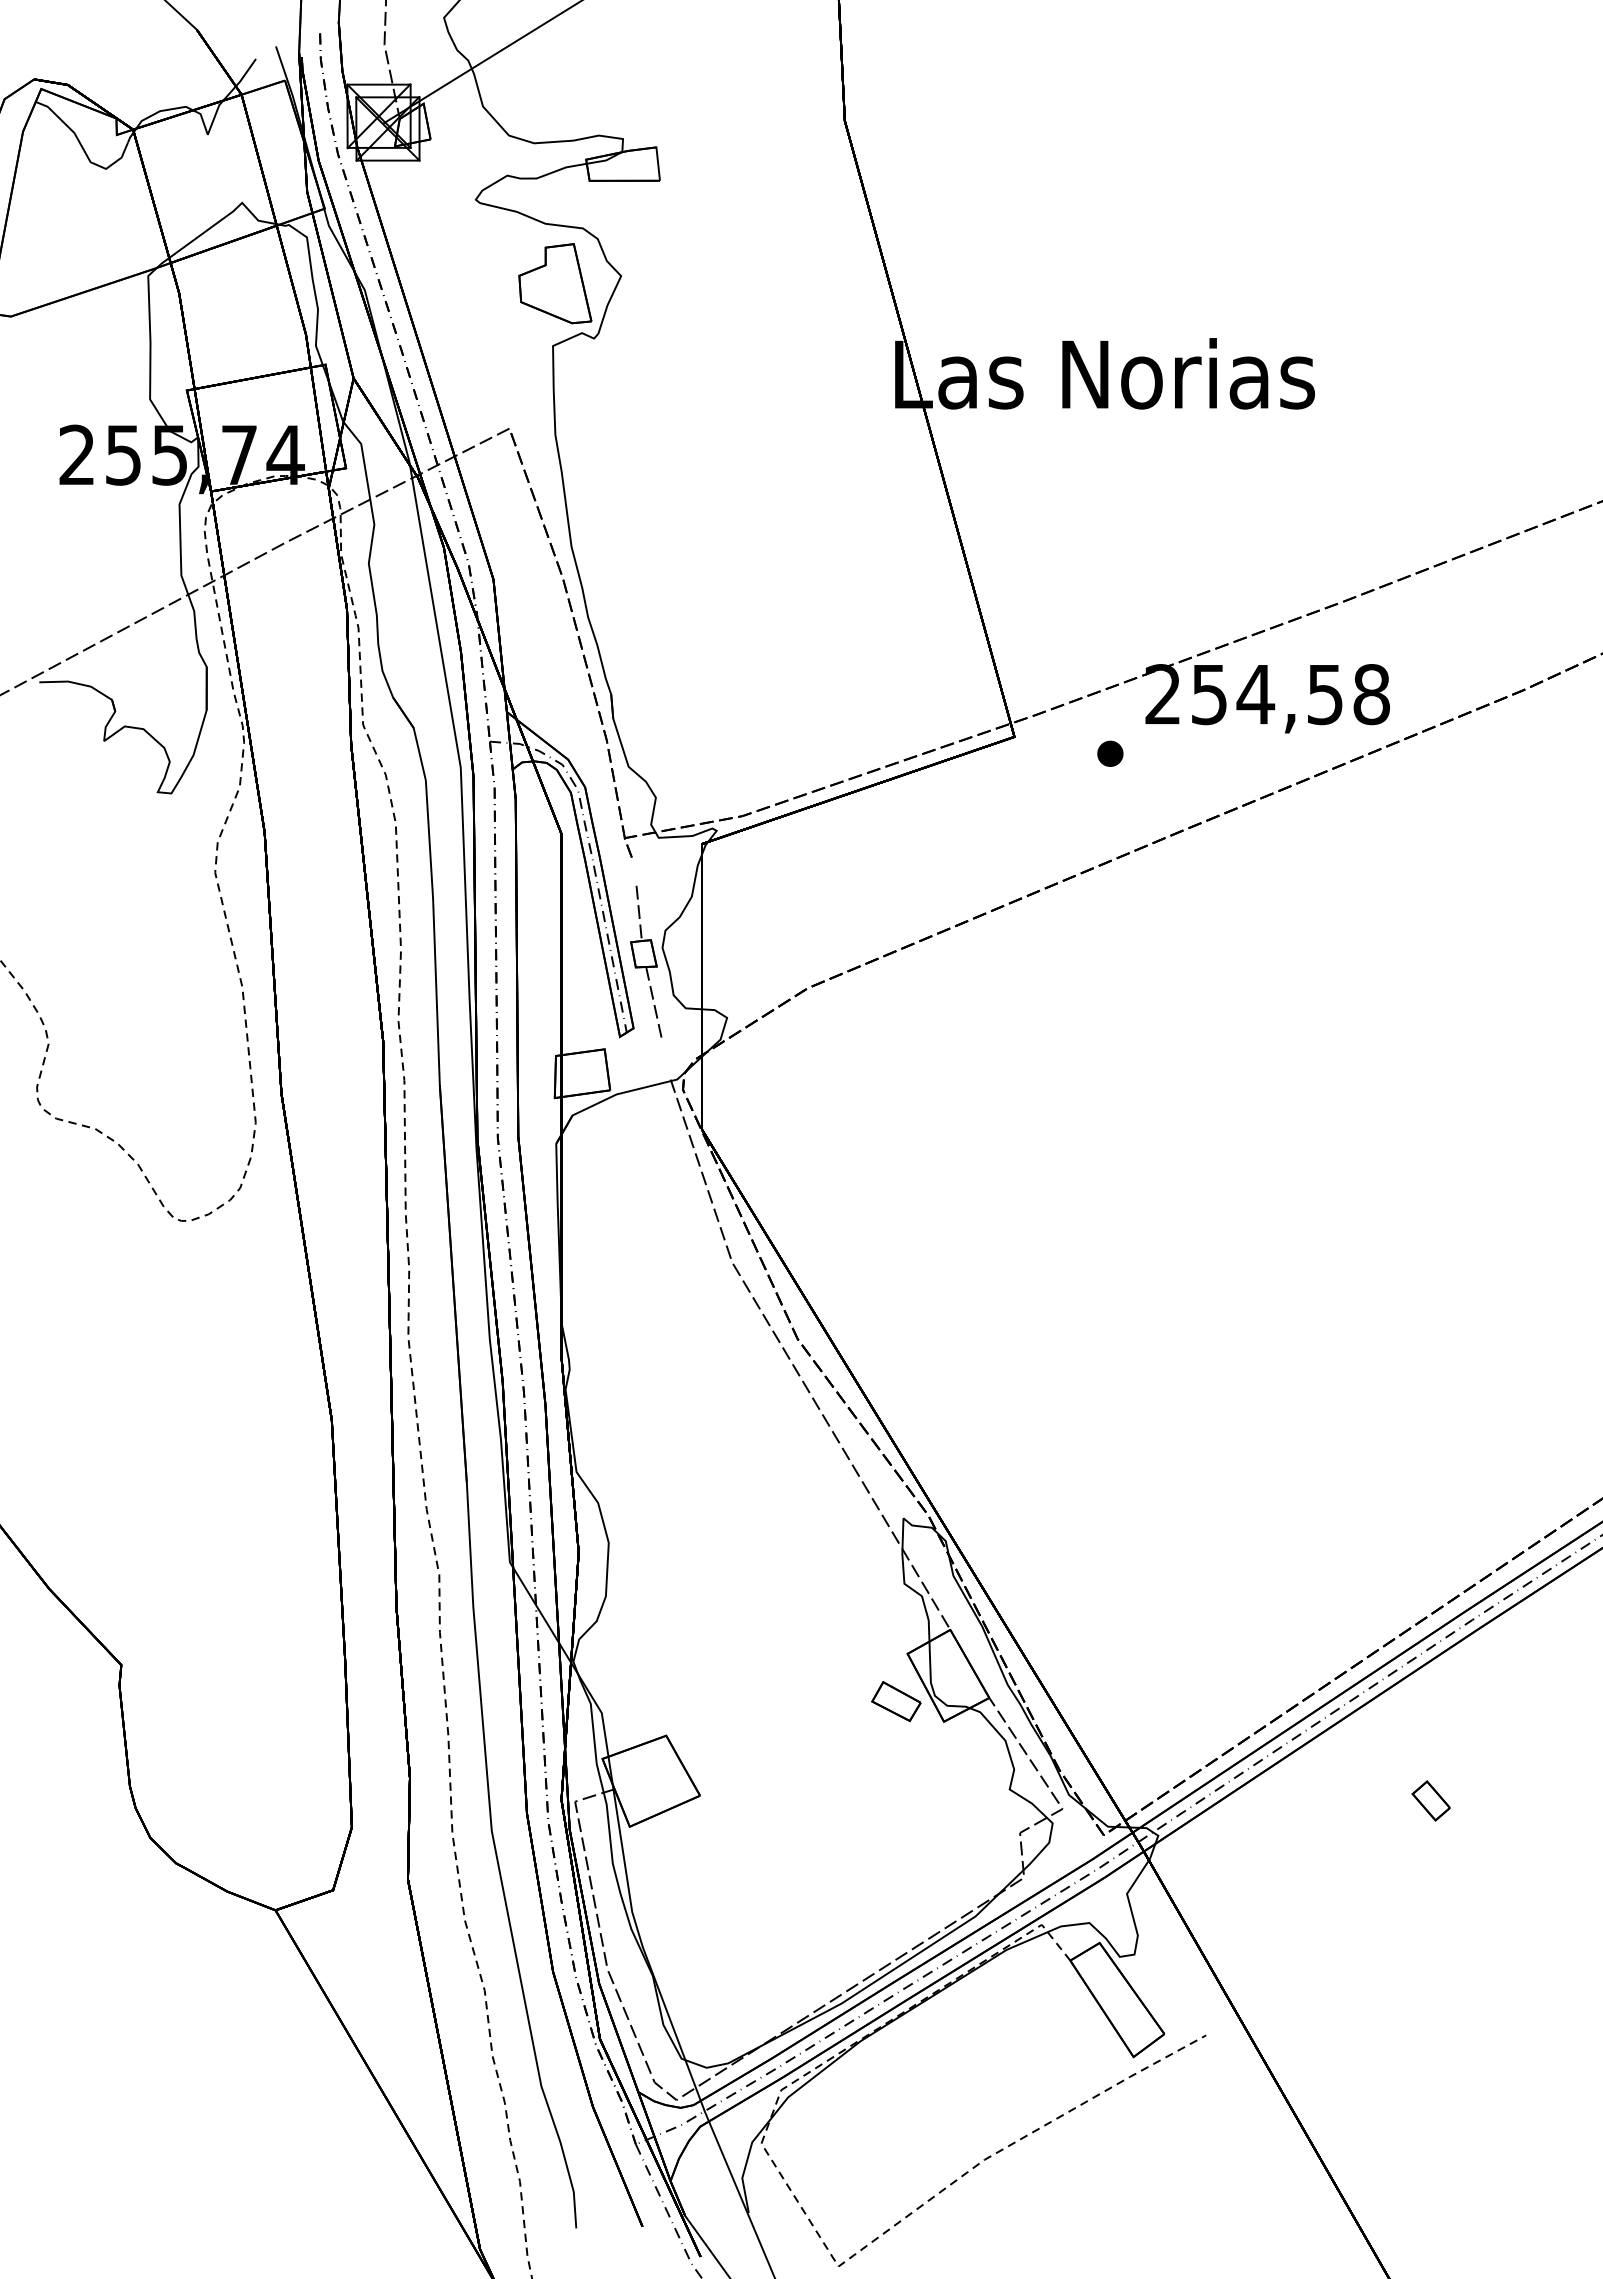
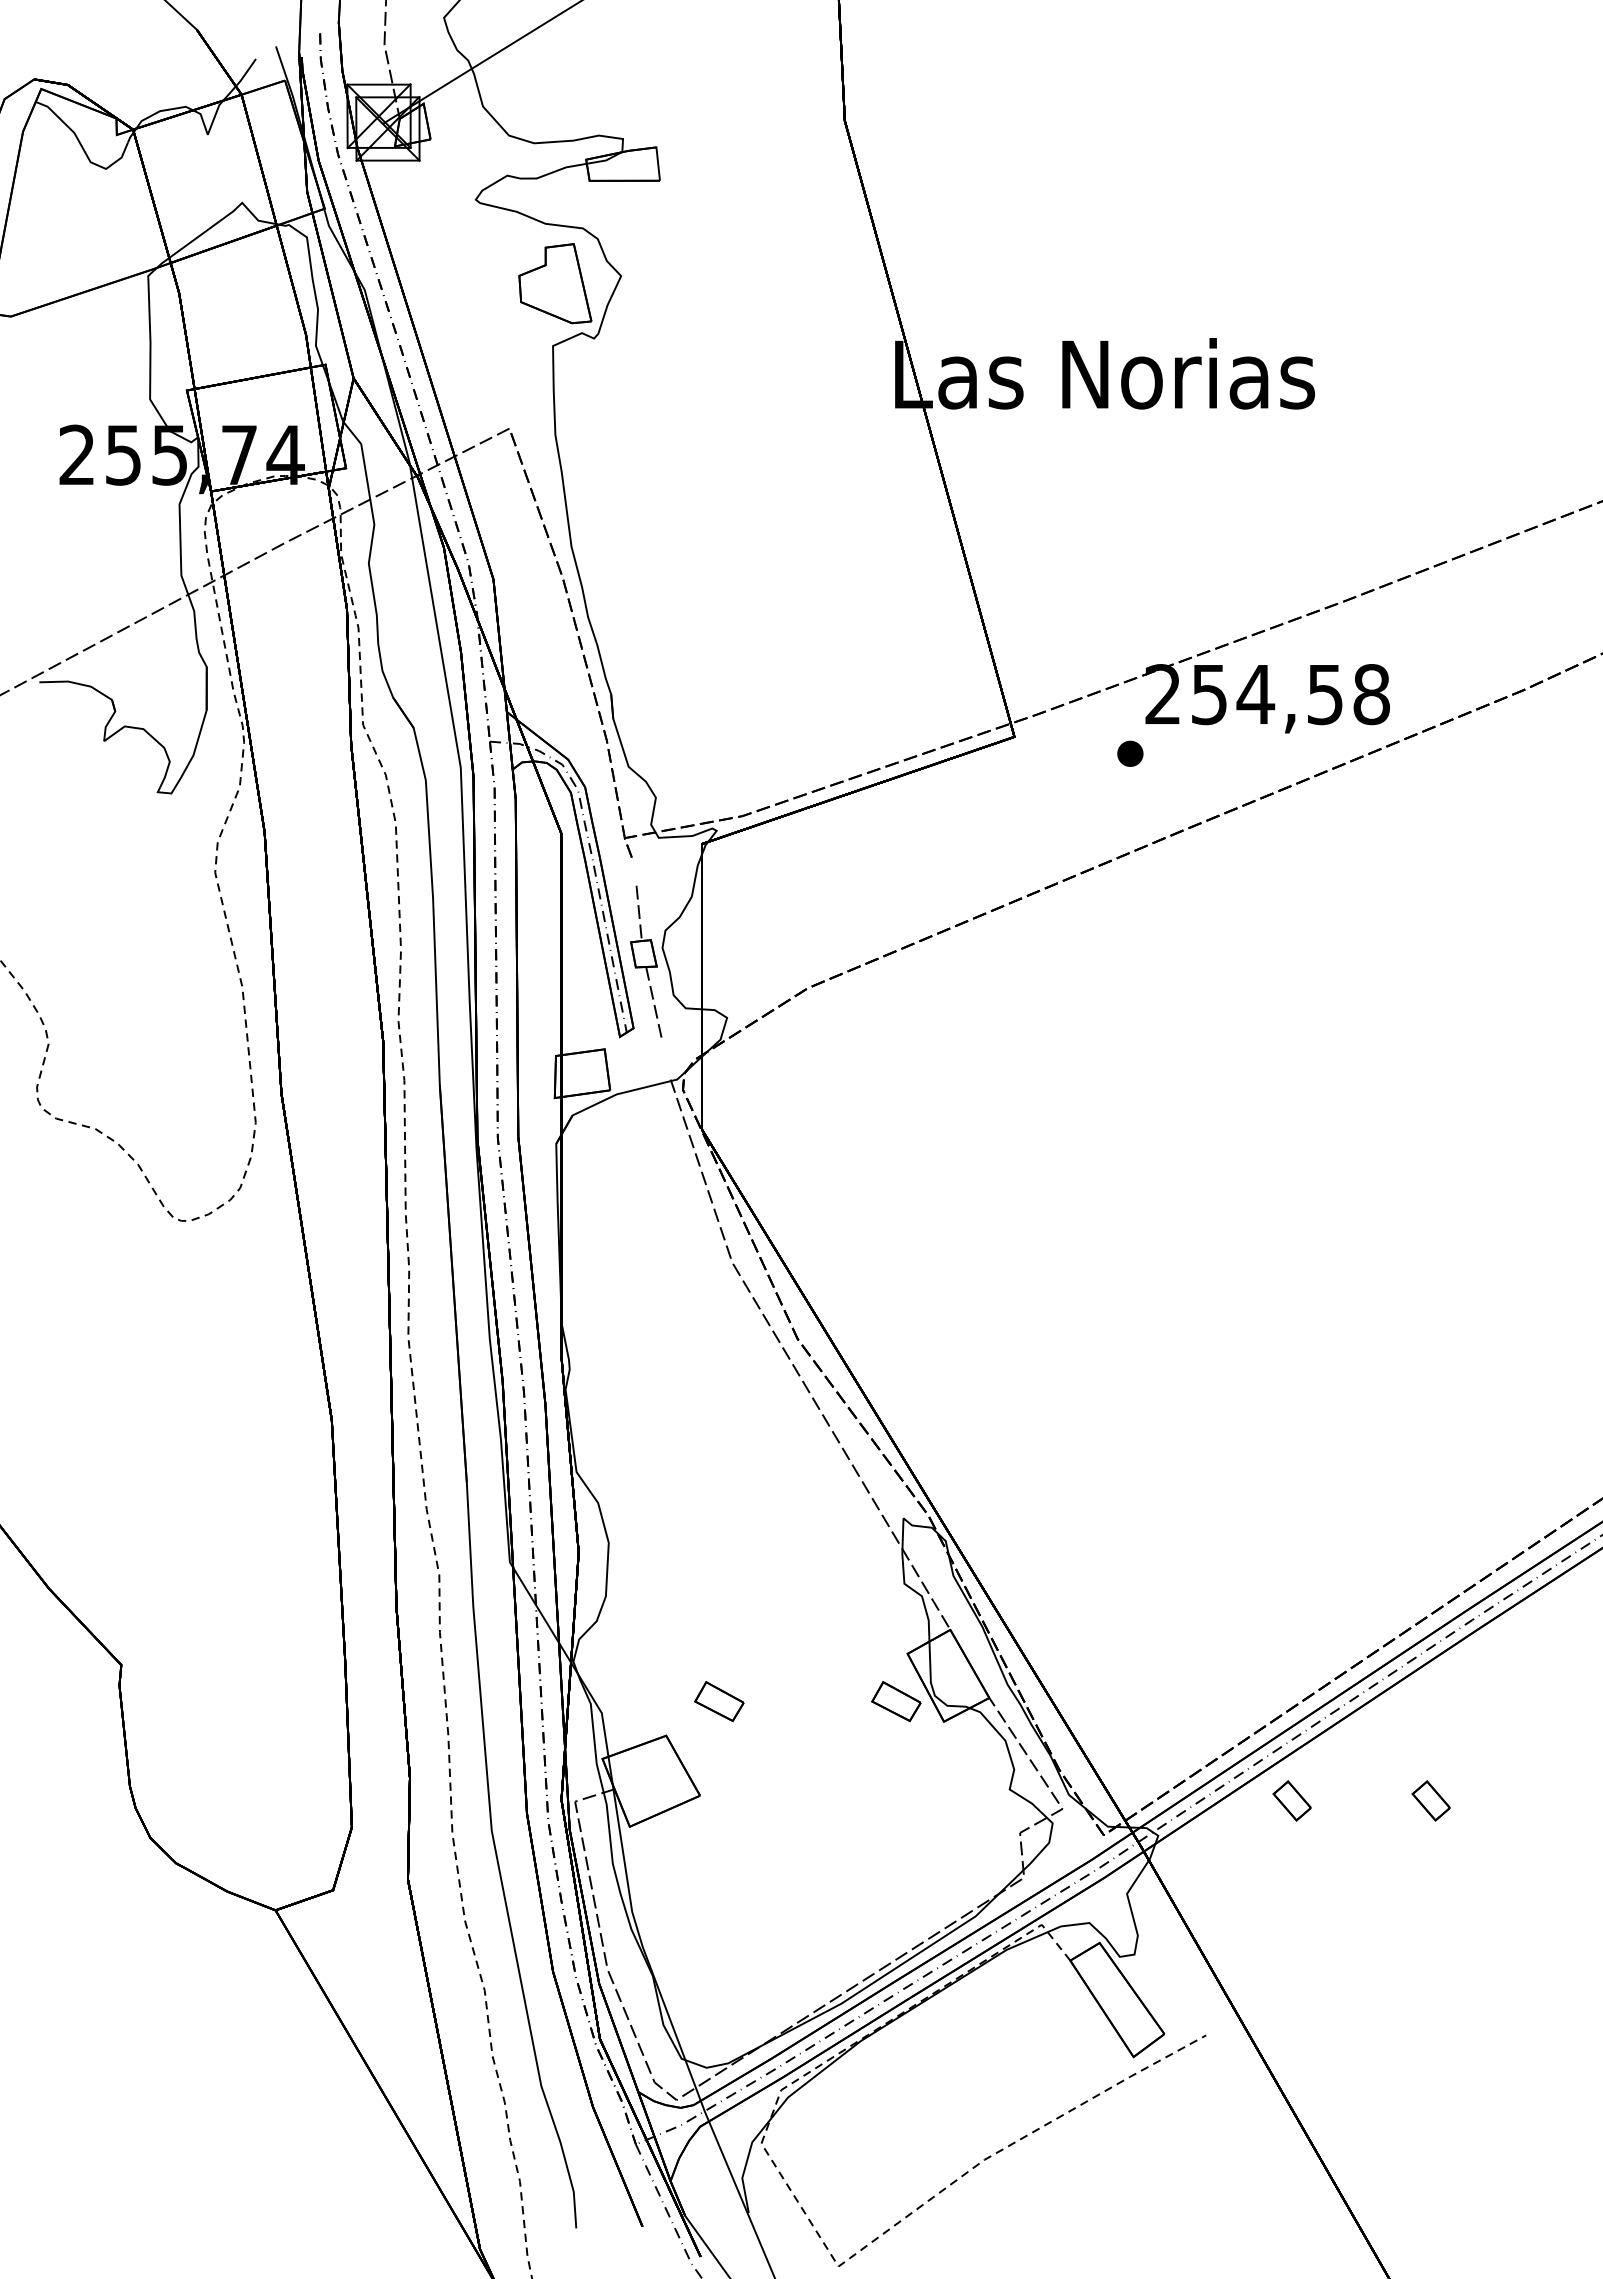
part at (1110, 753) position: (1110, 753) -> (1130, 753)
part at (719, 1701): none -> present
part at (1291, 1800): none -> present
